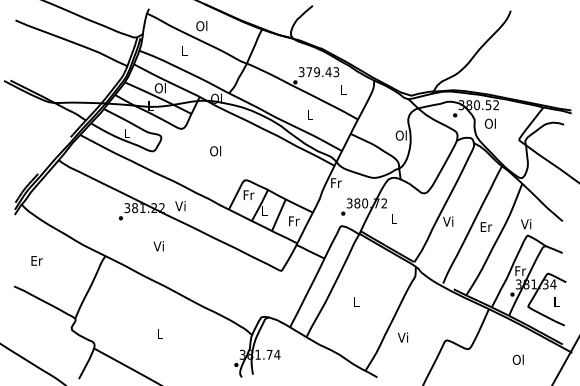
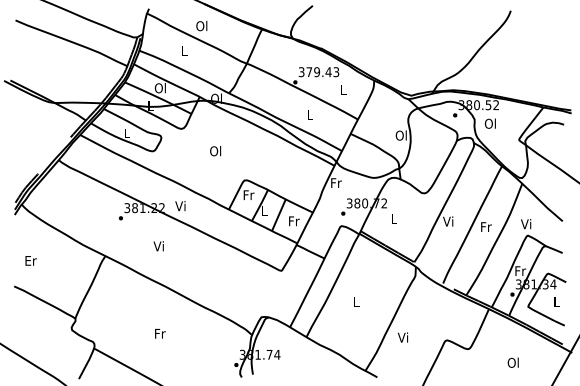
text at (486, 226): Er -> Fr
text at (36, 260) position: (36, 260) -> (30, 260)
text at (160, 333): L -> Fr
text at (517, 359) position: (517, 359) -> (512, 362)
